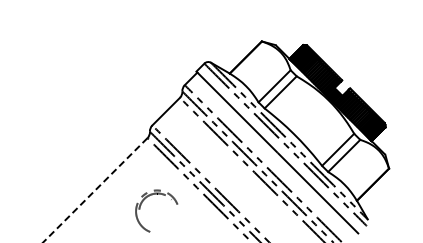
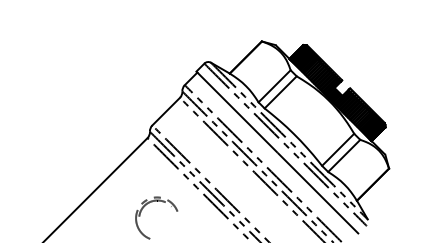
line at (95, 190): dashed -> solid
part at (152, 195) position: (152, 195) -> (152, 202)
